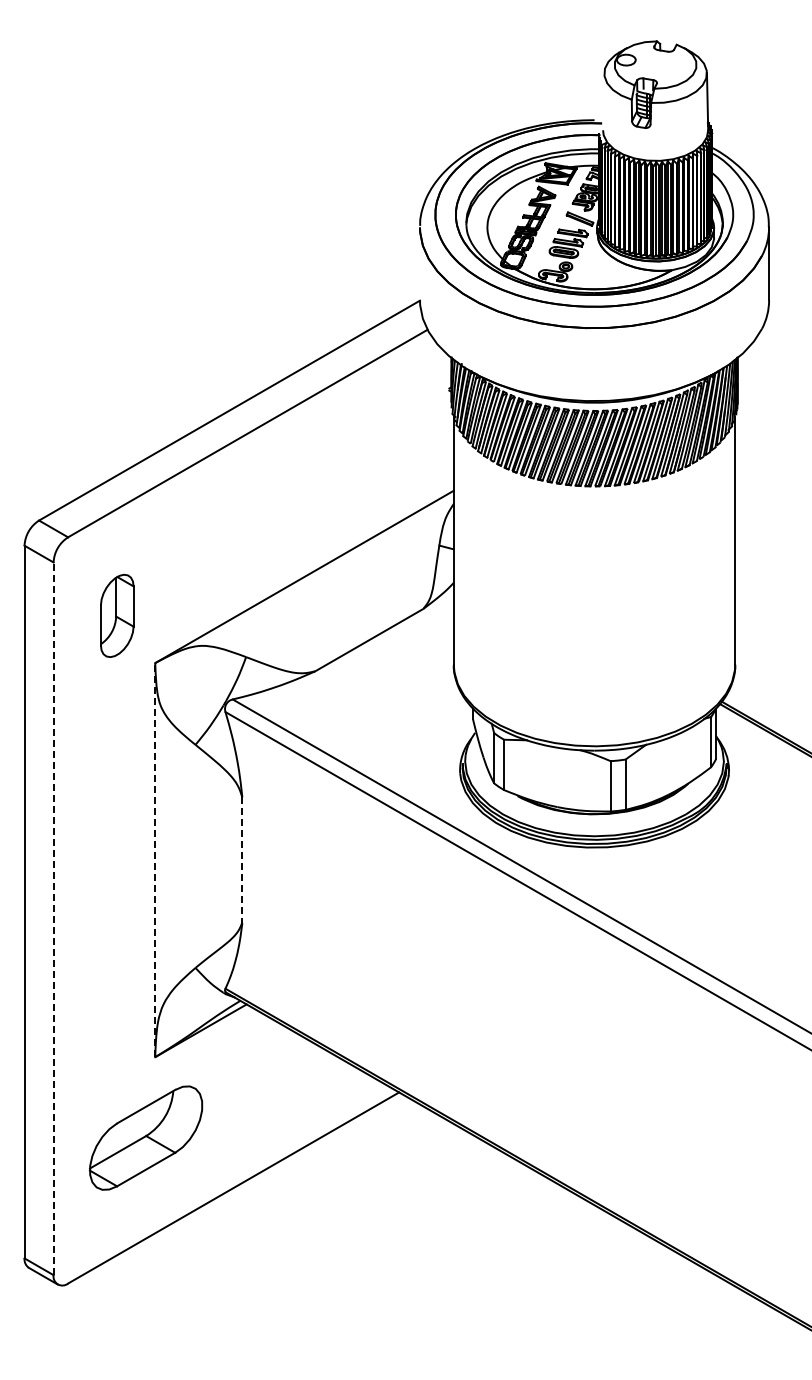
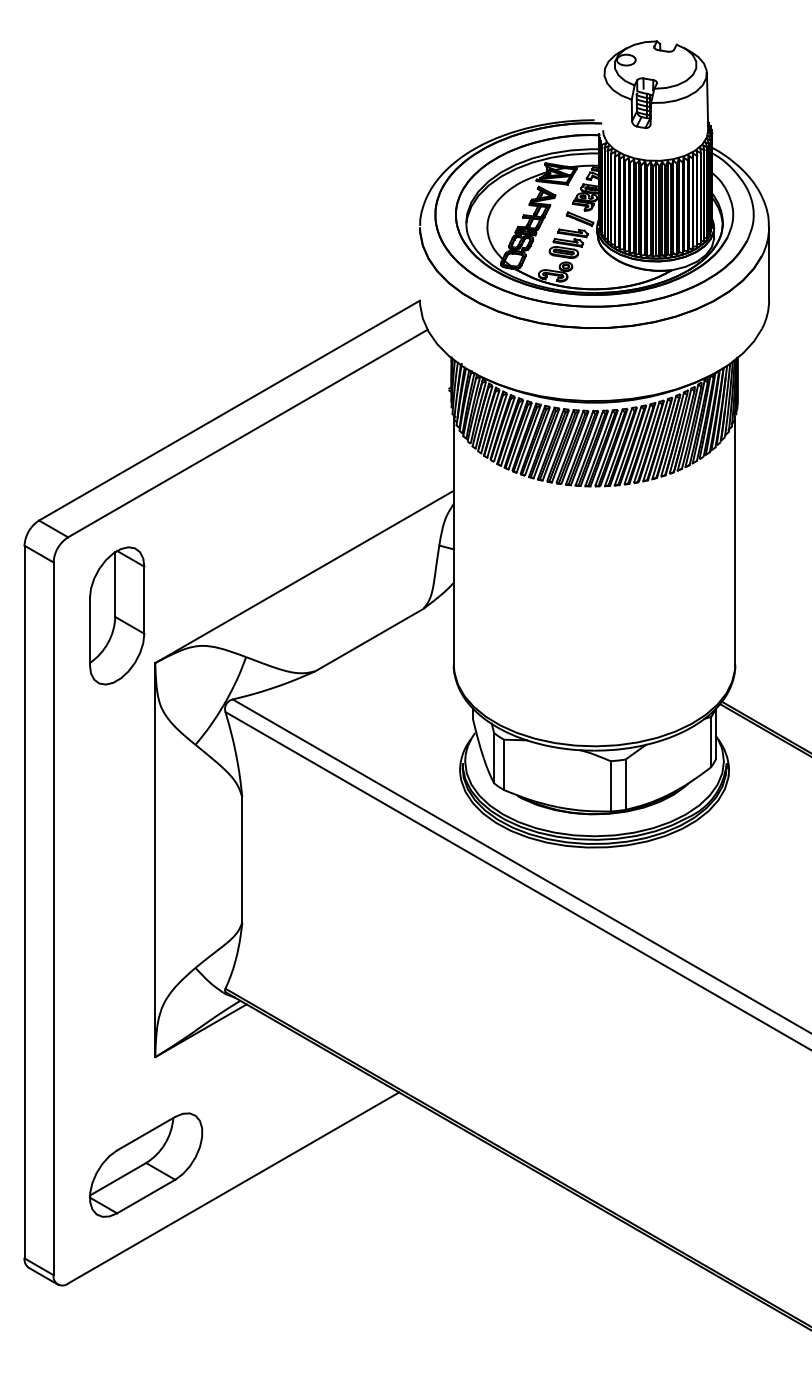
part at (117, 615) size: 35x85 px -> 57x140 px
line at (155, 859): dashed -> solid
line at (242, 860): dashed -> solid
line at (53, 918): dashed -> solid
part at (145, 1137) position: (145, 1137) -> (145, 1164)
